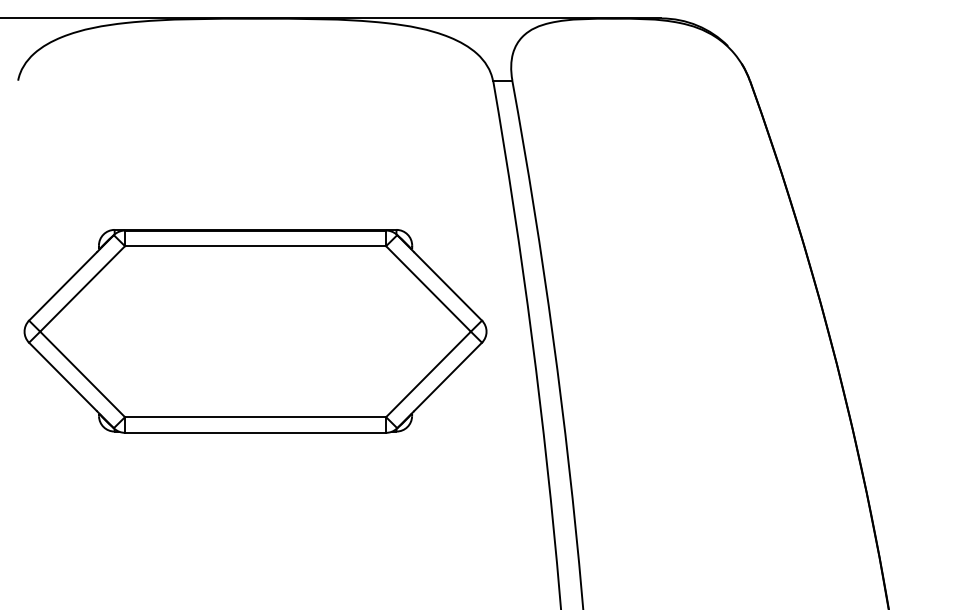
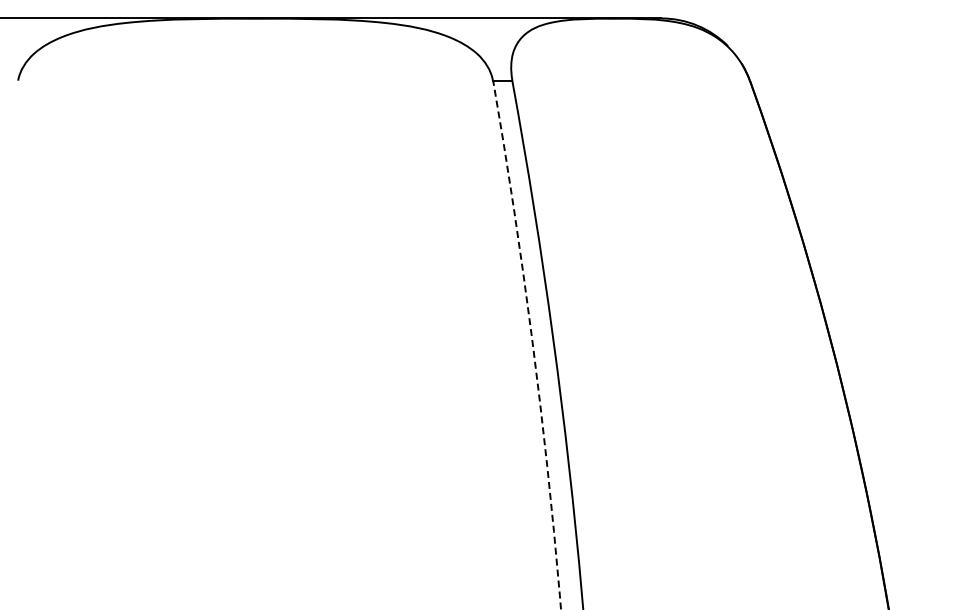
part at (255, 331): present -> none
arc at (532, 344): solid -> dashed
